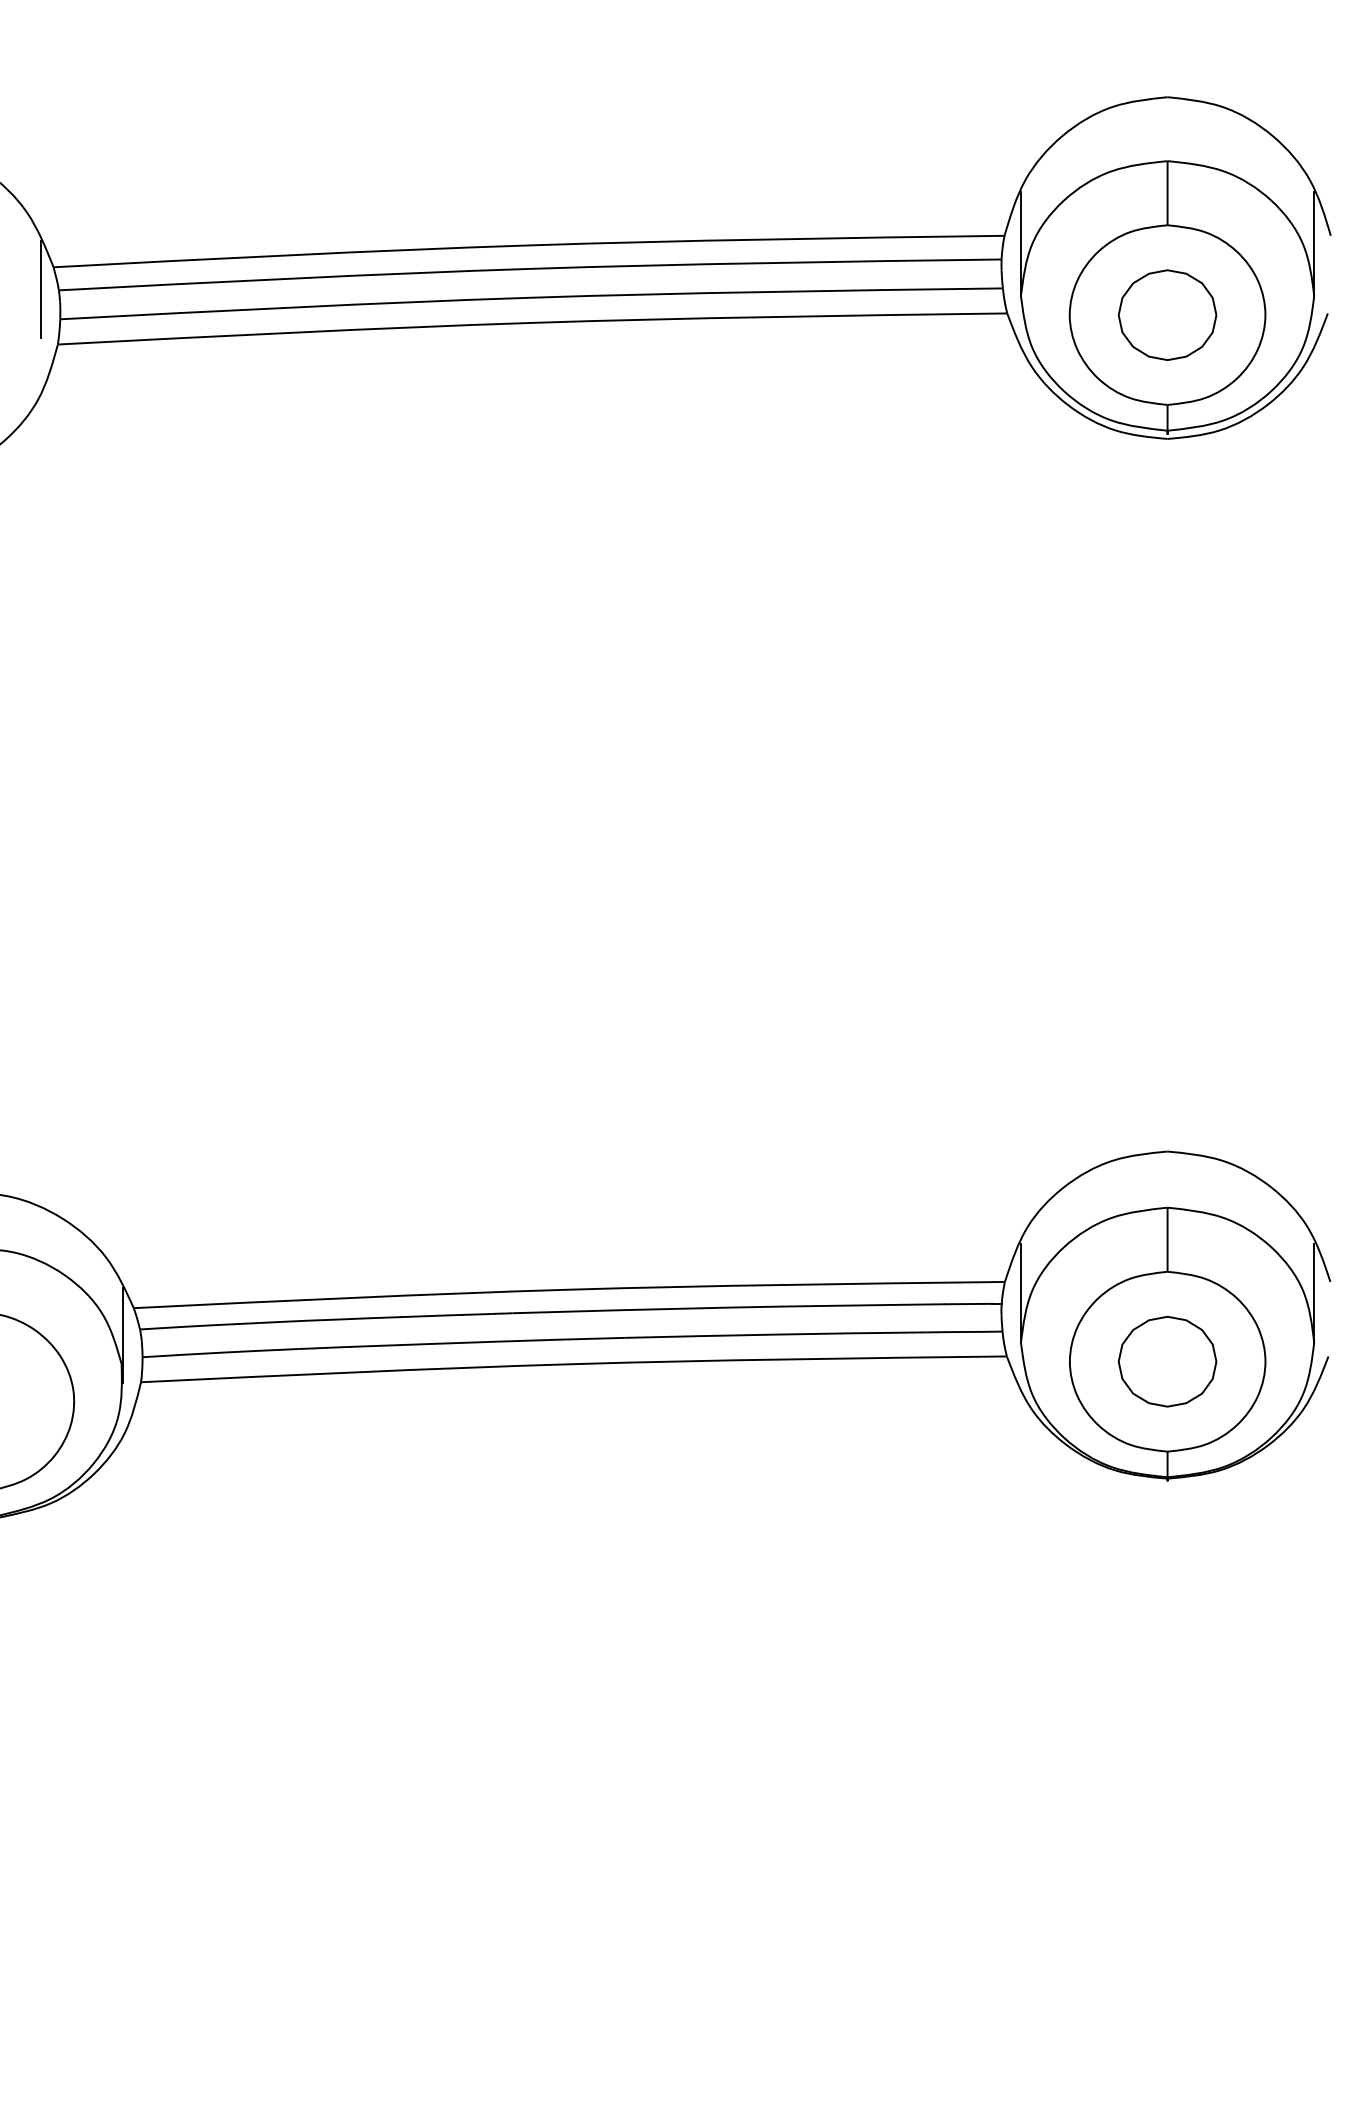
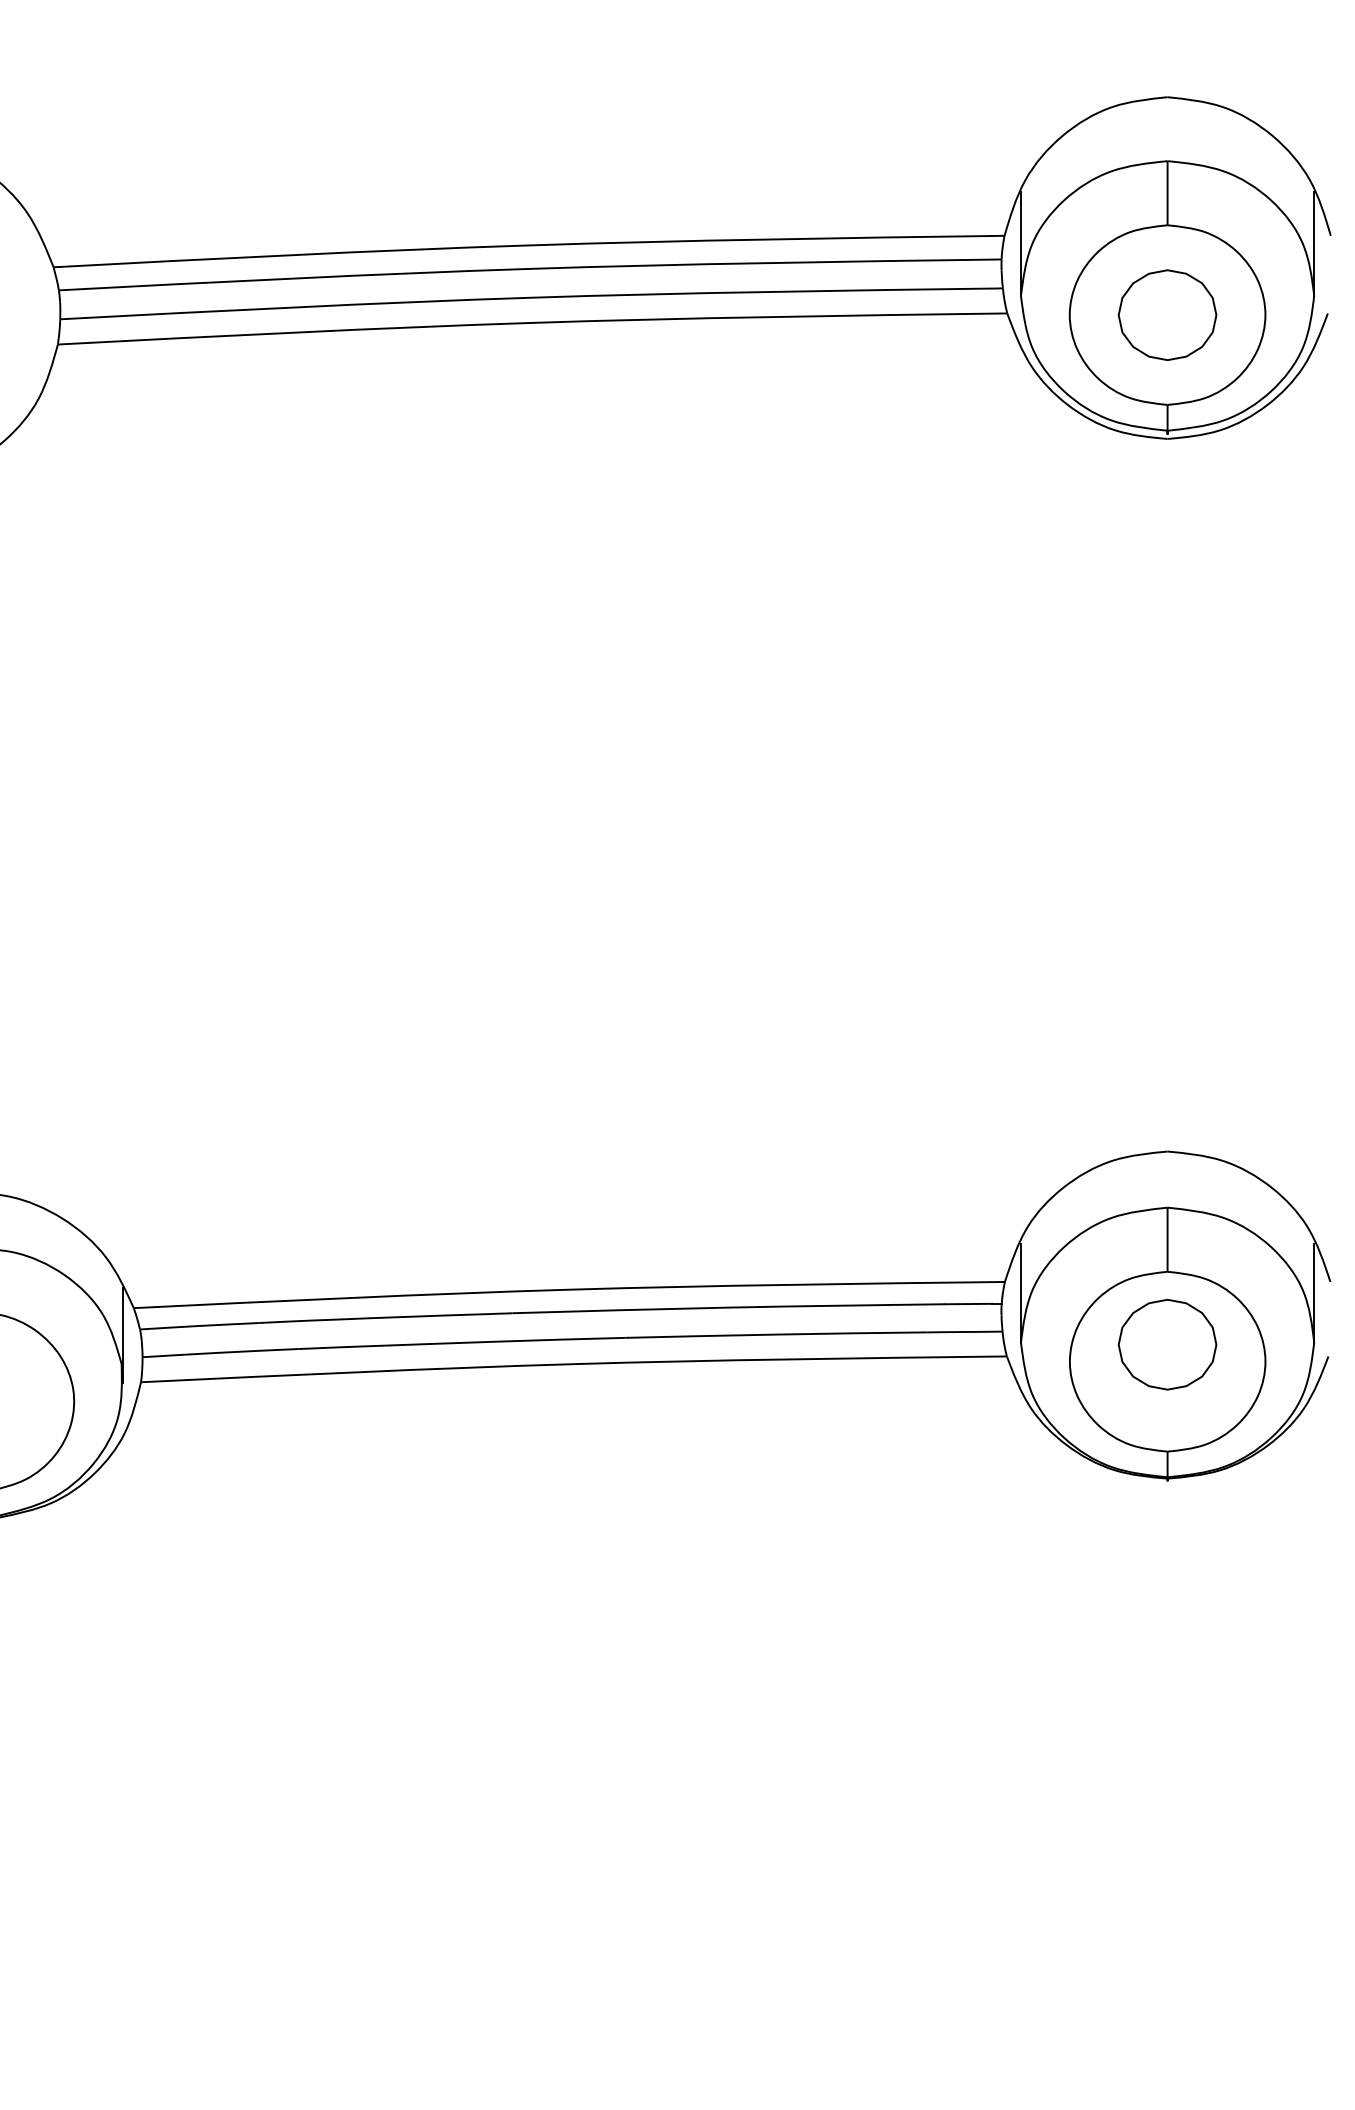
line at (40, 289): present -> none
part at (1167, 1361) position: (1167, 1361) -> (1167, 1344)
